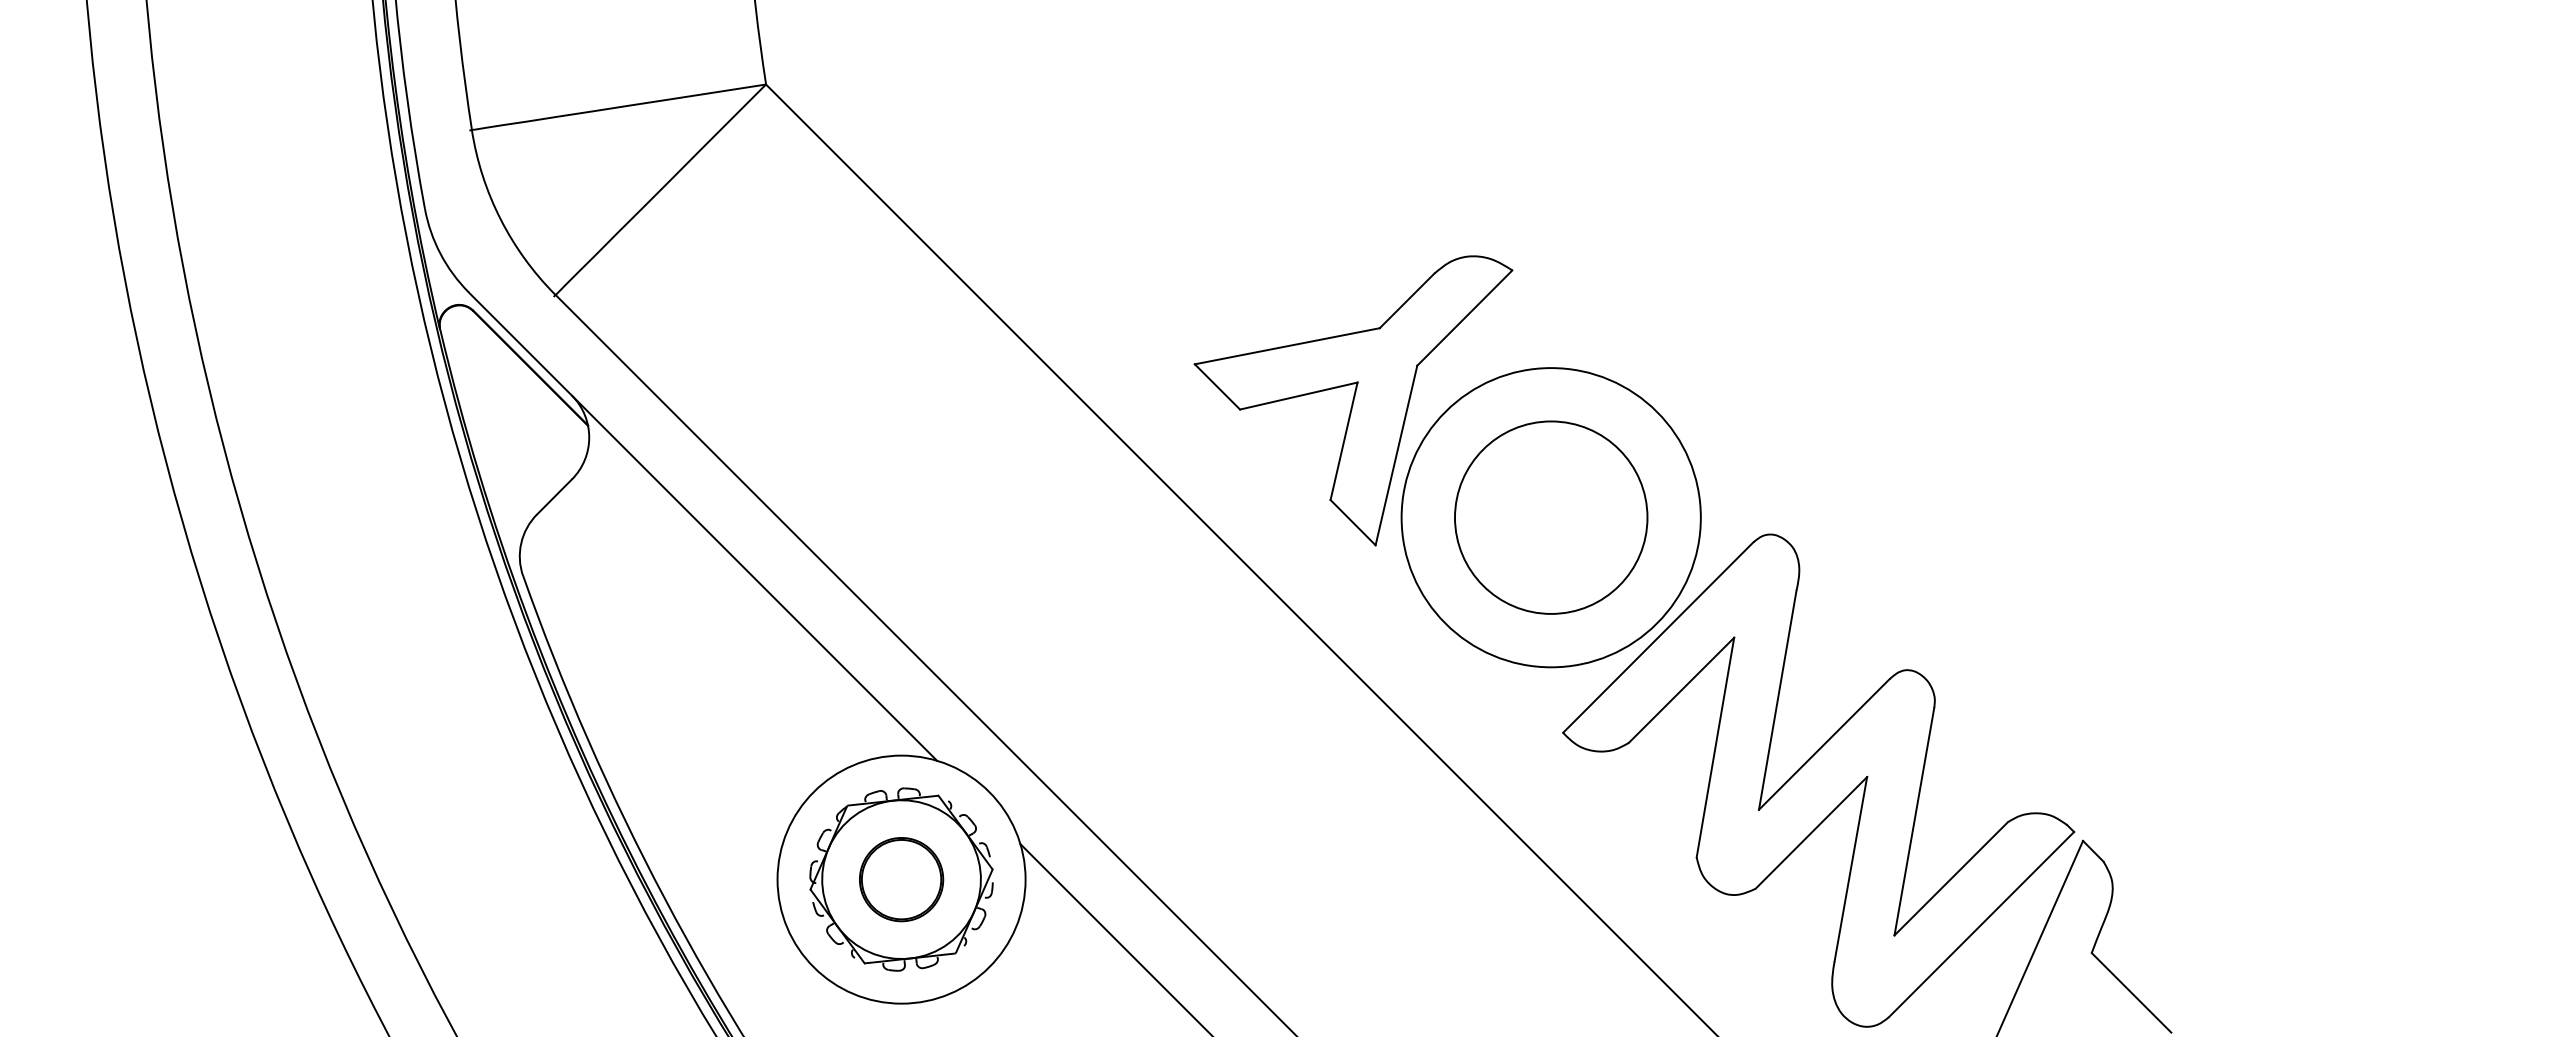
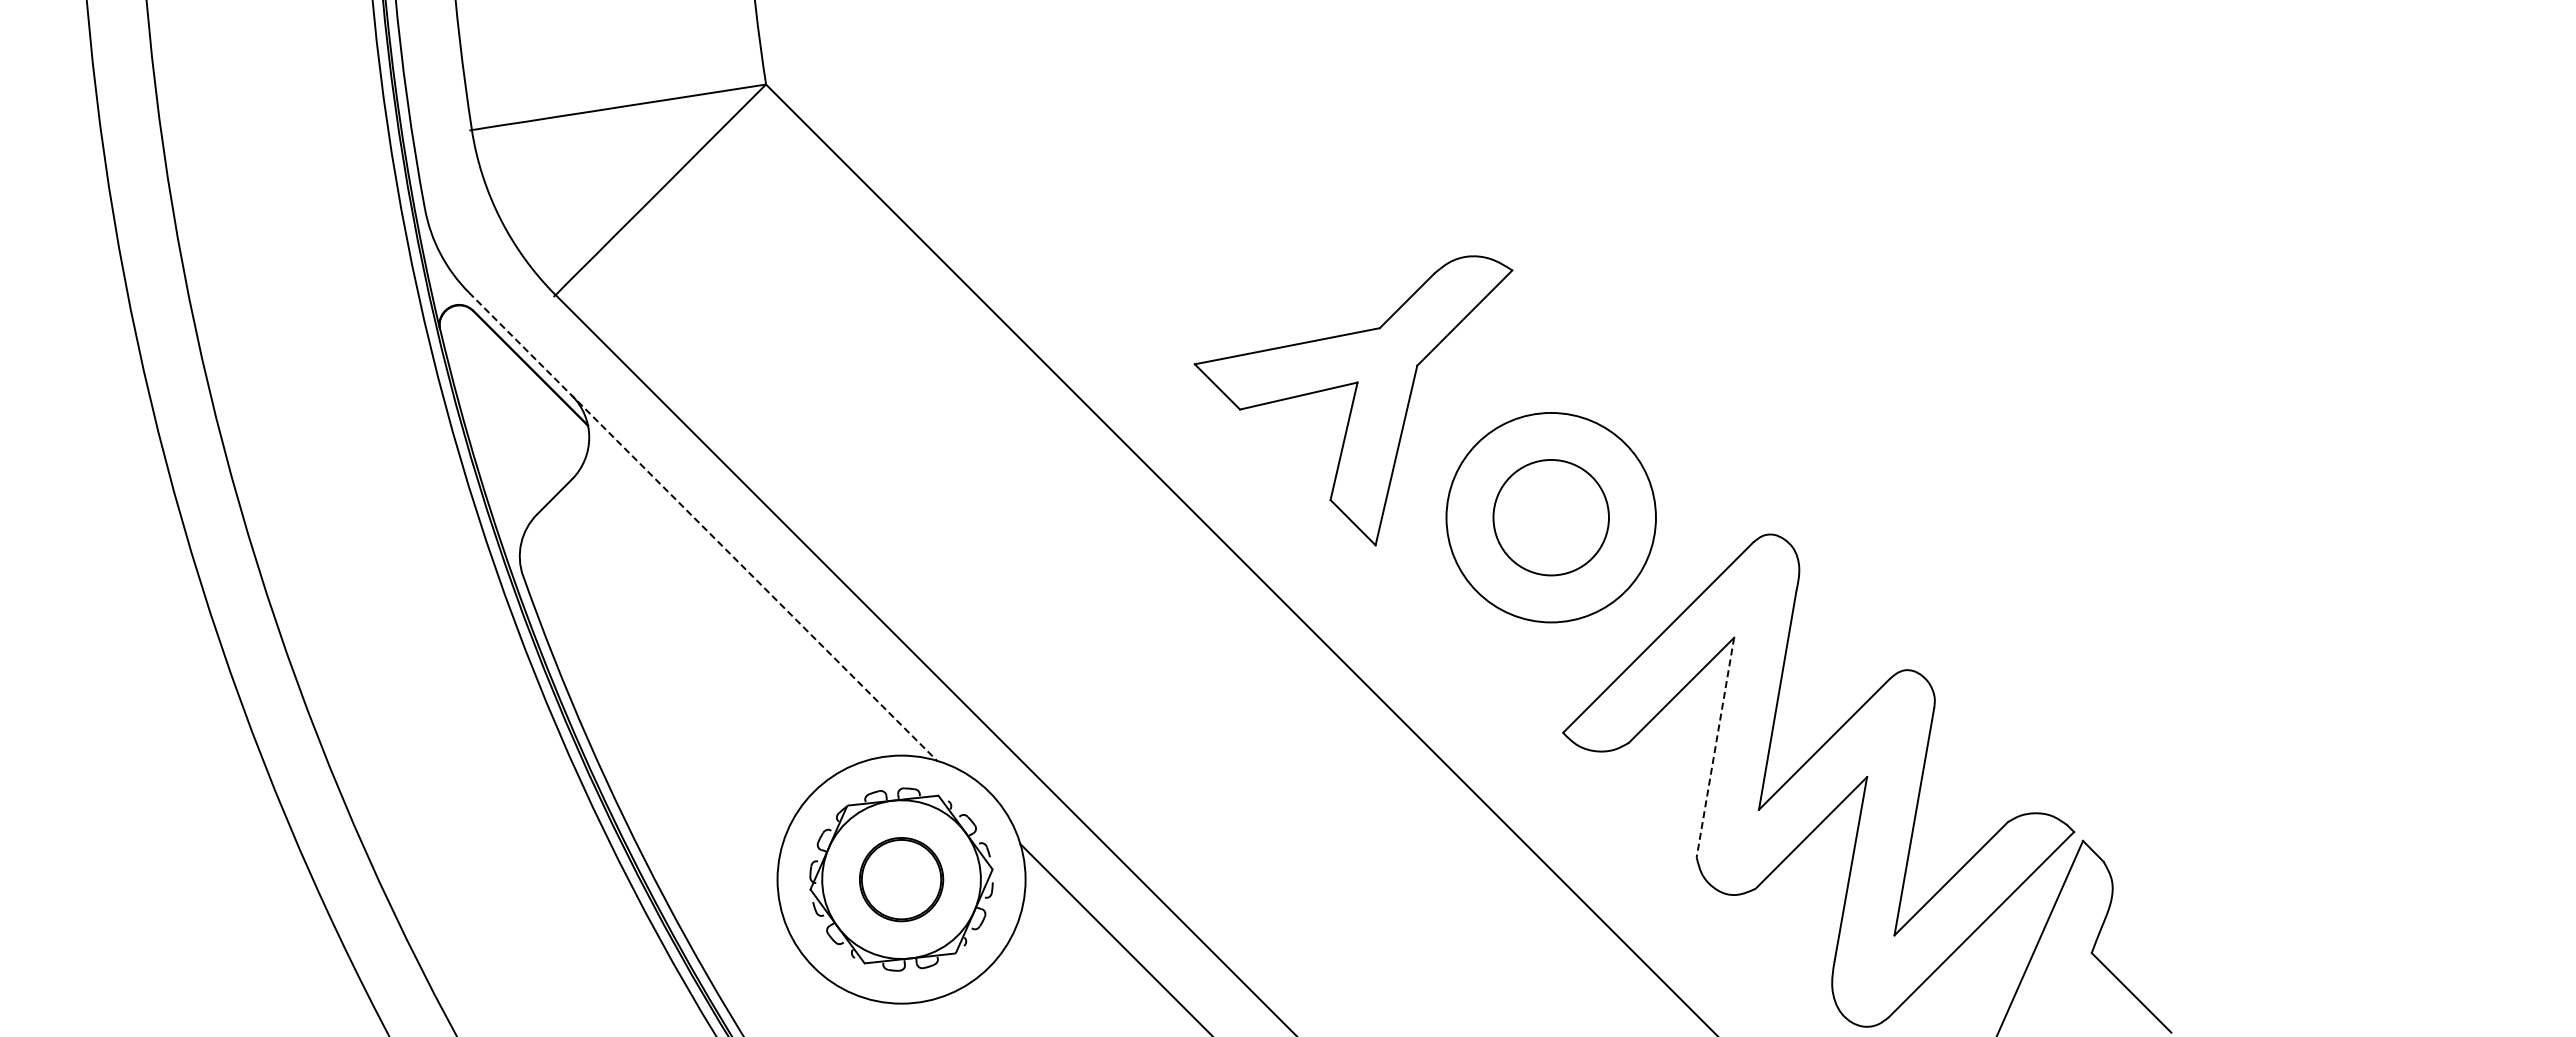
circle at (1550, 517) diameter: 299 px -> 209 px
circle at (1551, 517) diameter: 192 px -> 115 px
line at (703, 526): solid -> dashed
line at (1715, 748): solid -> dashed
